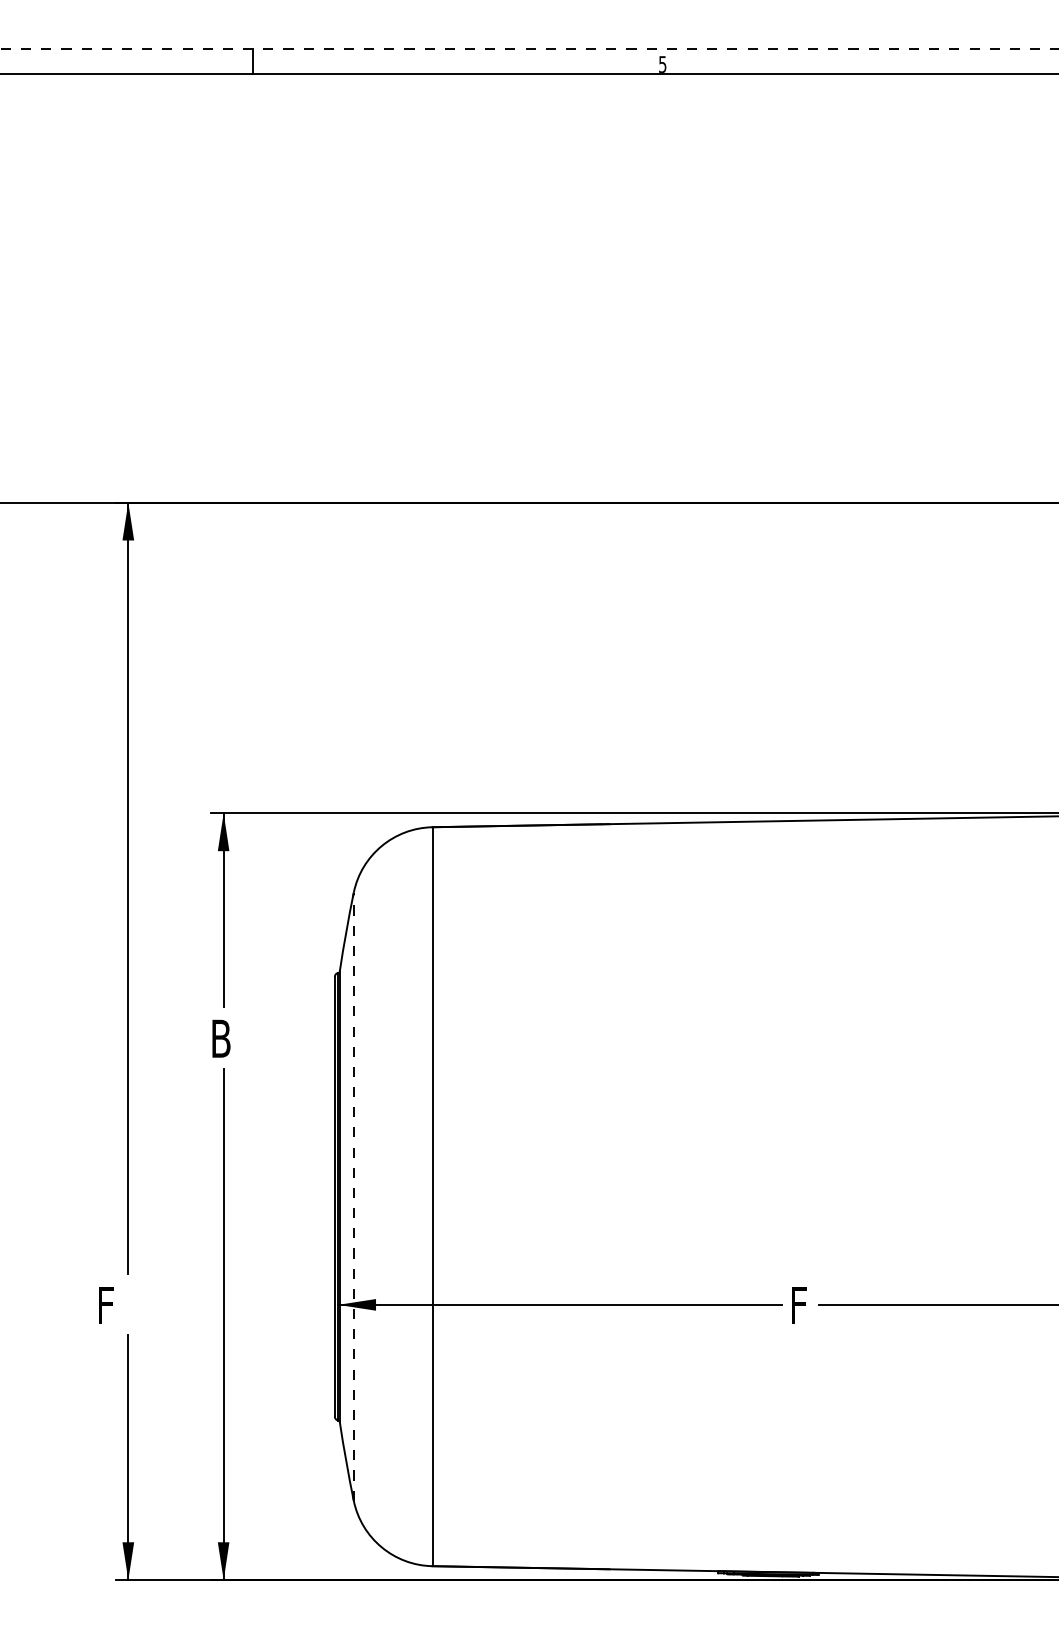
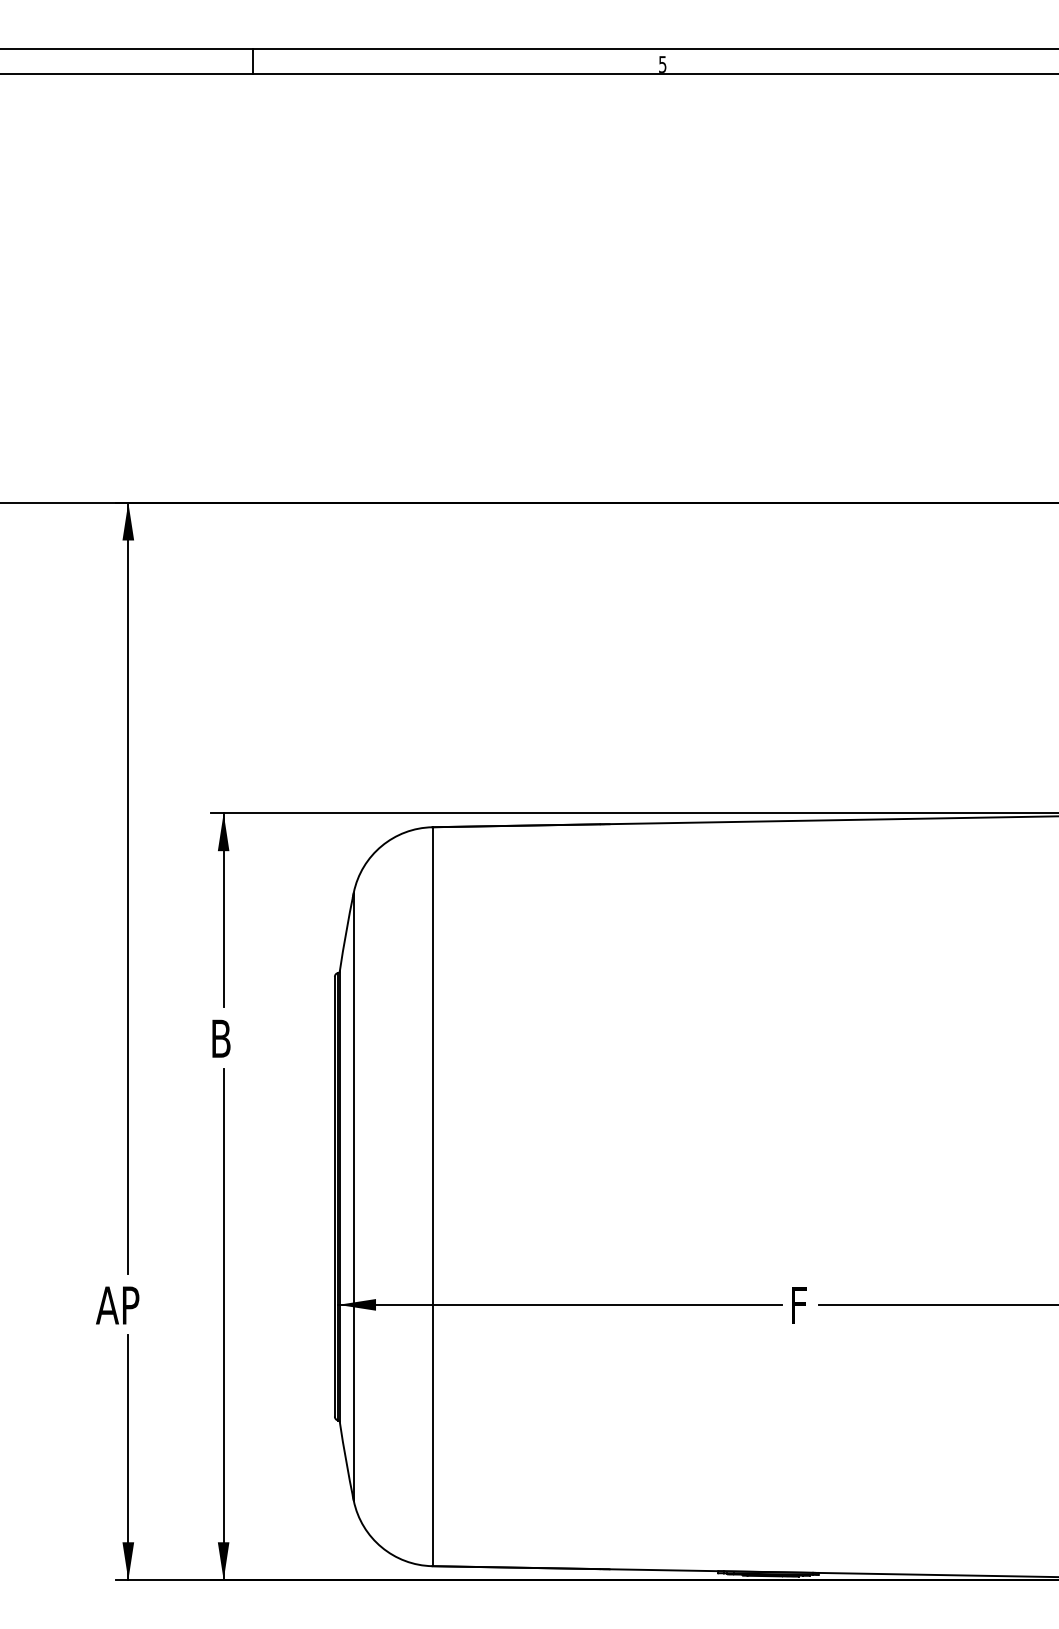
line at (529, 48): dashed -> solid
line at (353, 1196): dashed -> solid
text at (117, 1305): F -> AP
